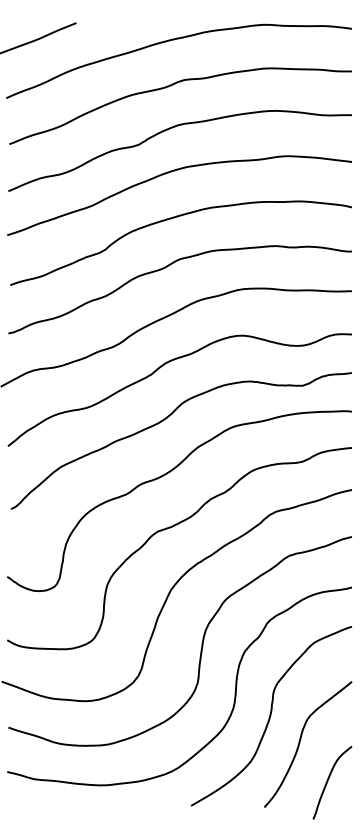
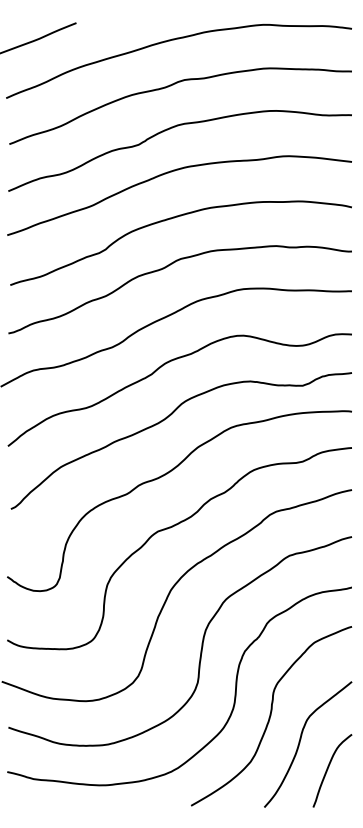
curve at (328, 781) position: (328, 781) -> (328, 769)
